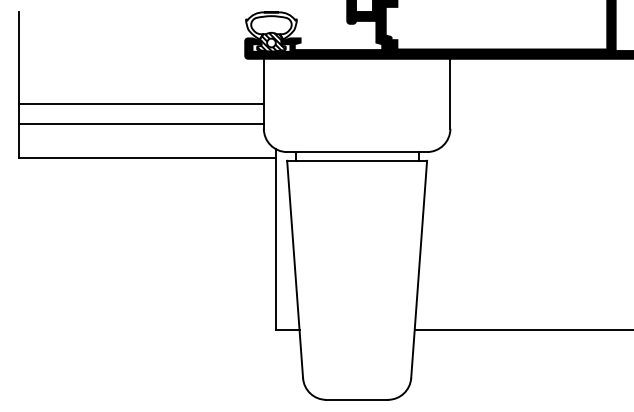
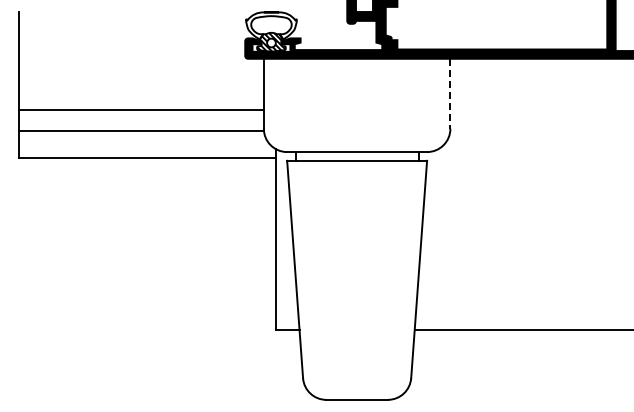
line at (450, 94): solid -> dashed
line at (141, 104) position: (141, 104) -> (141, 110)
line at (141, 124) position: (141, 124) -> (141, 131)
